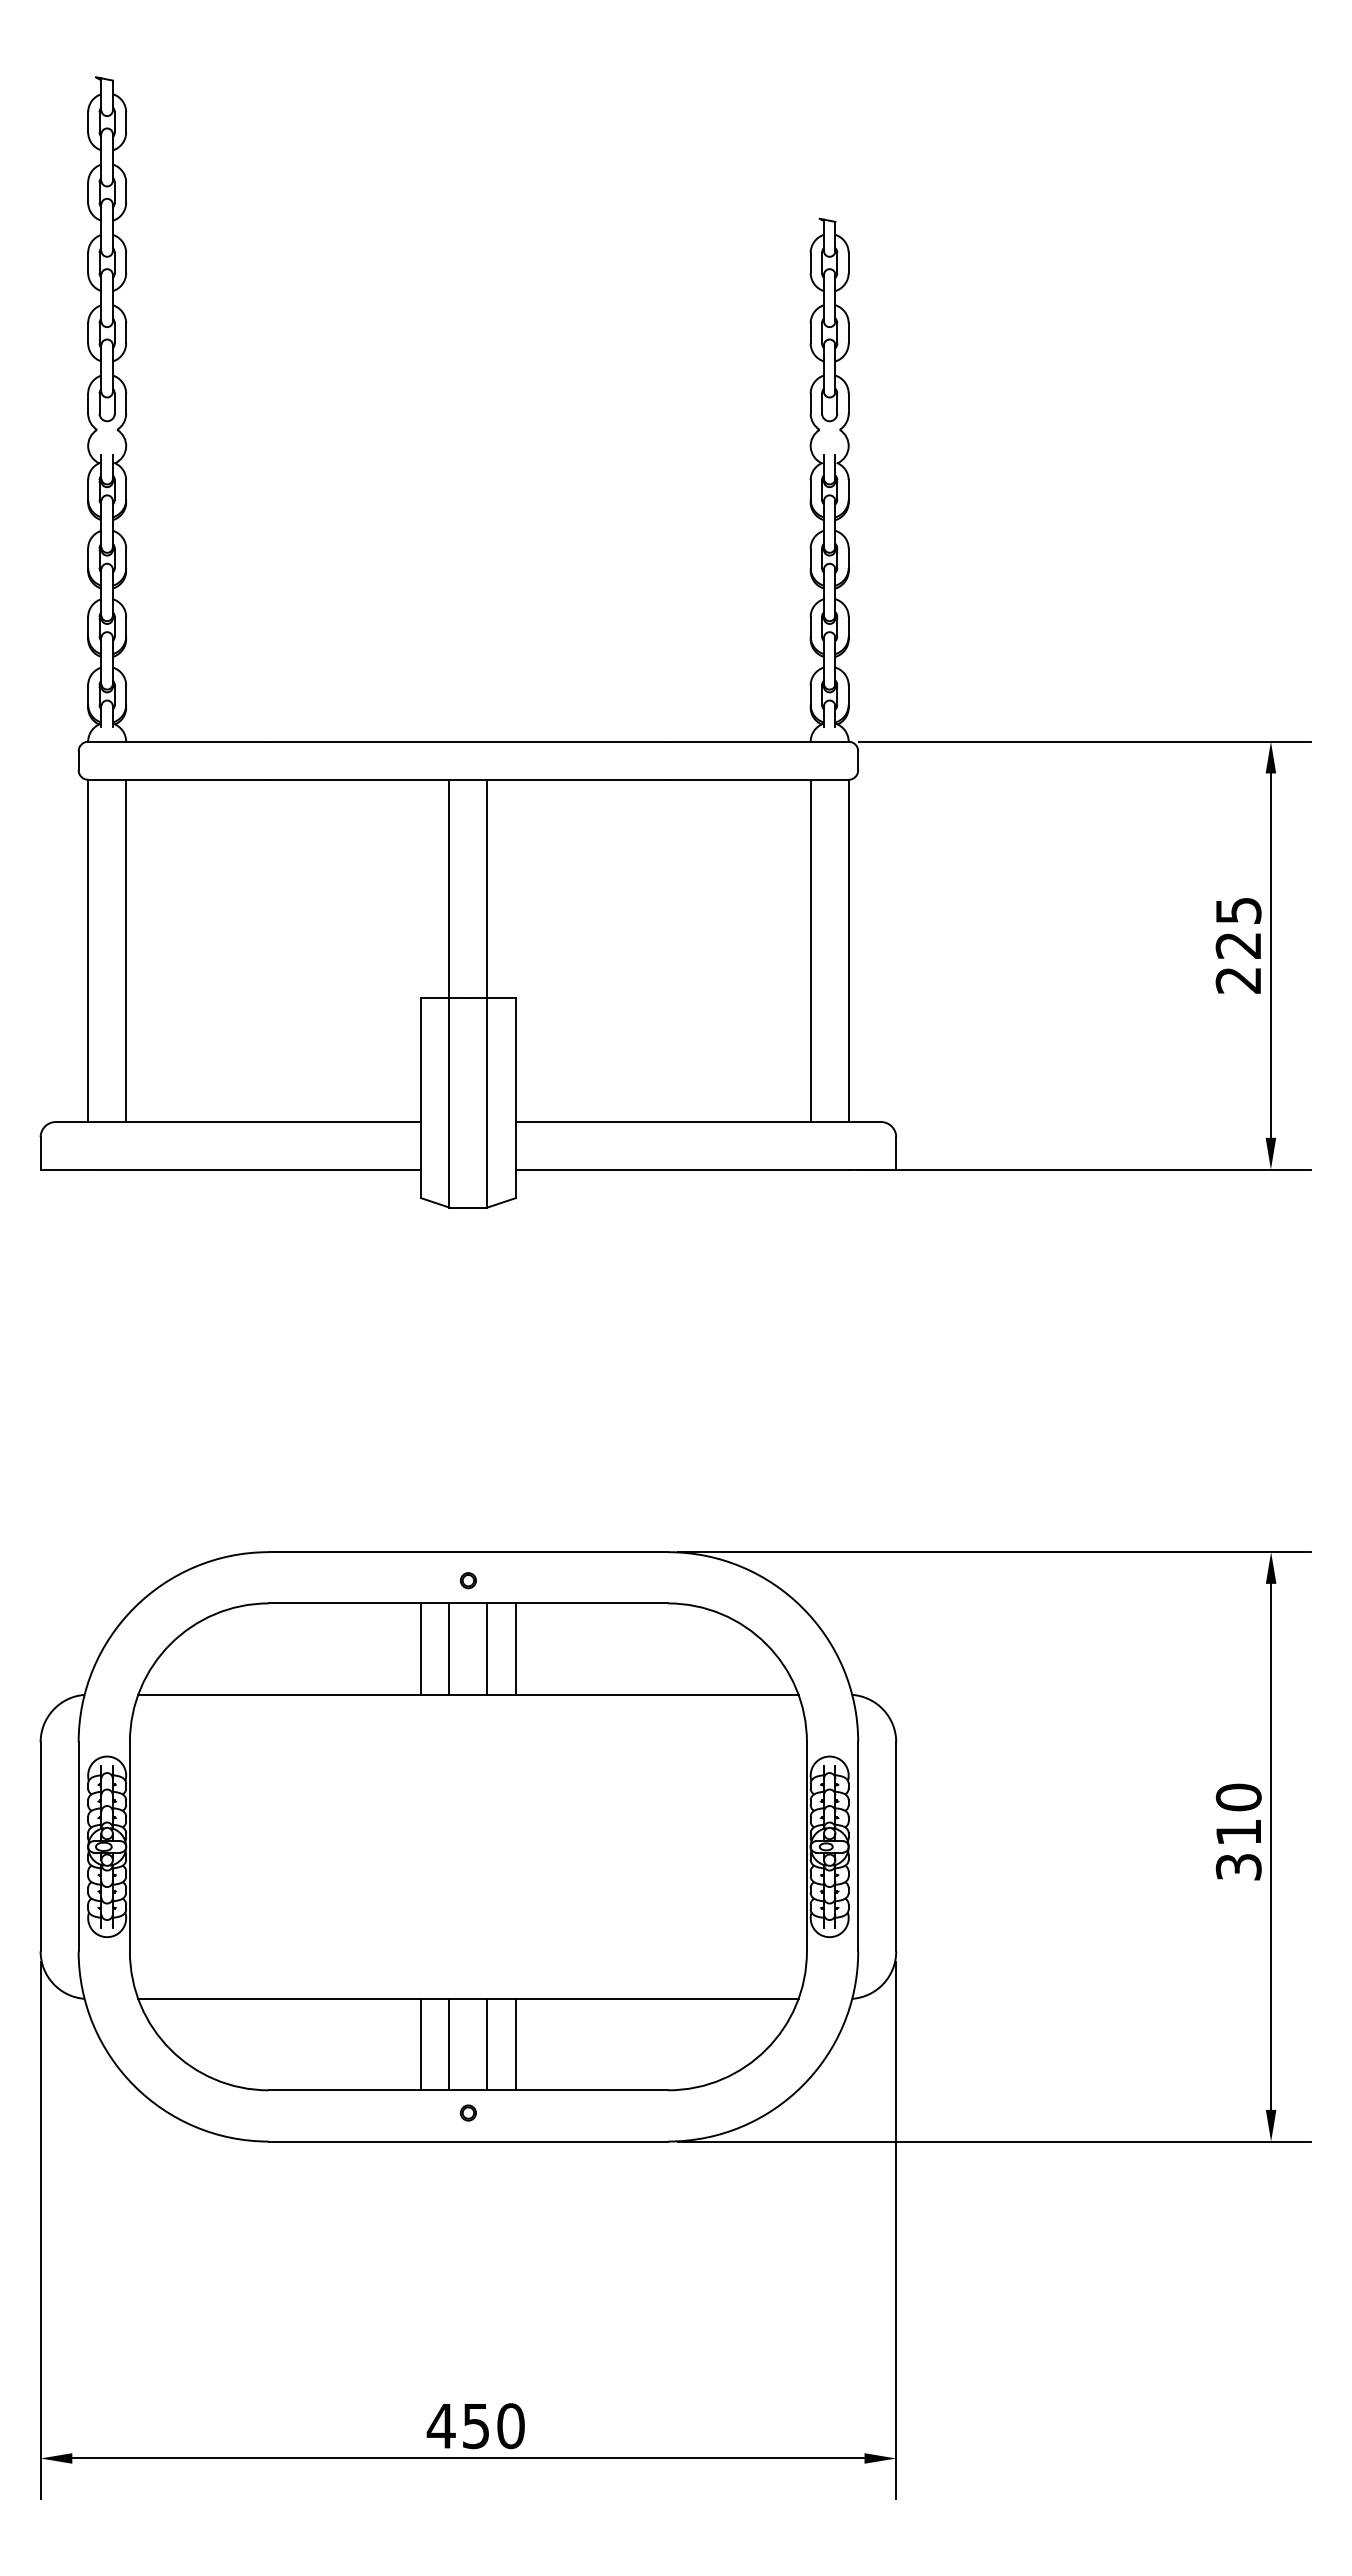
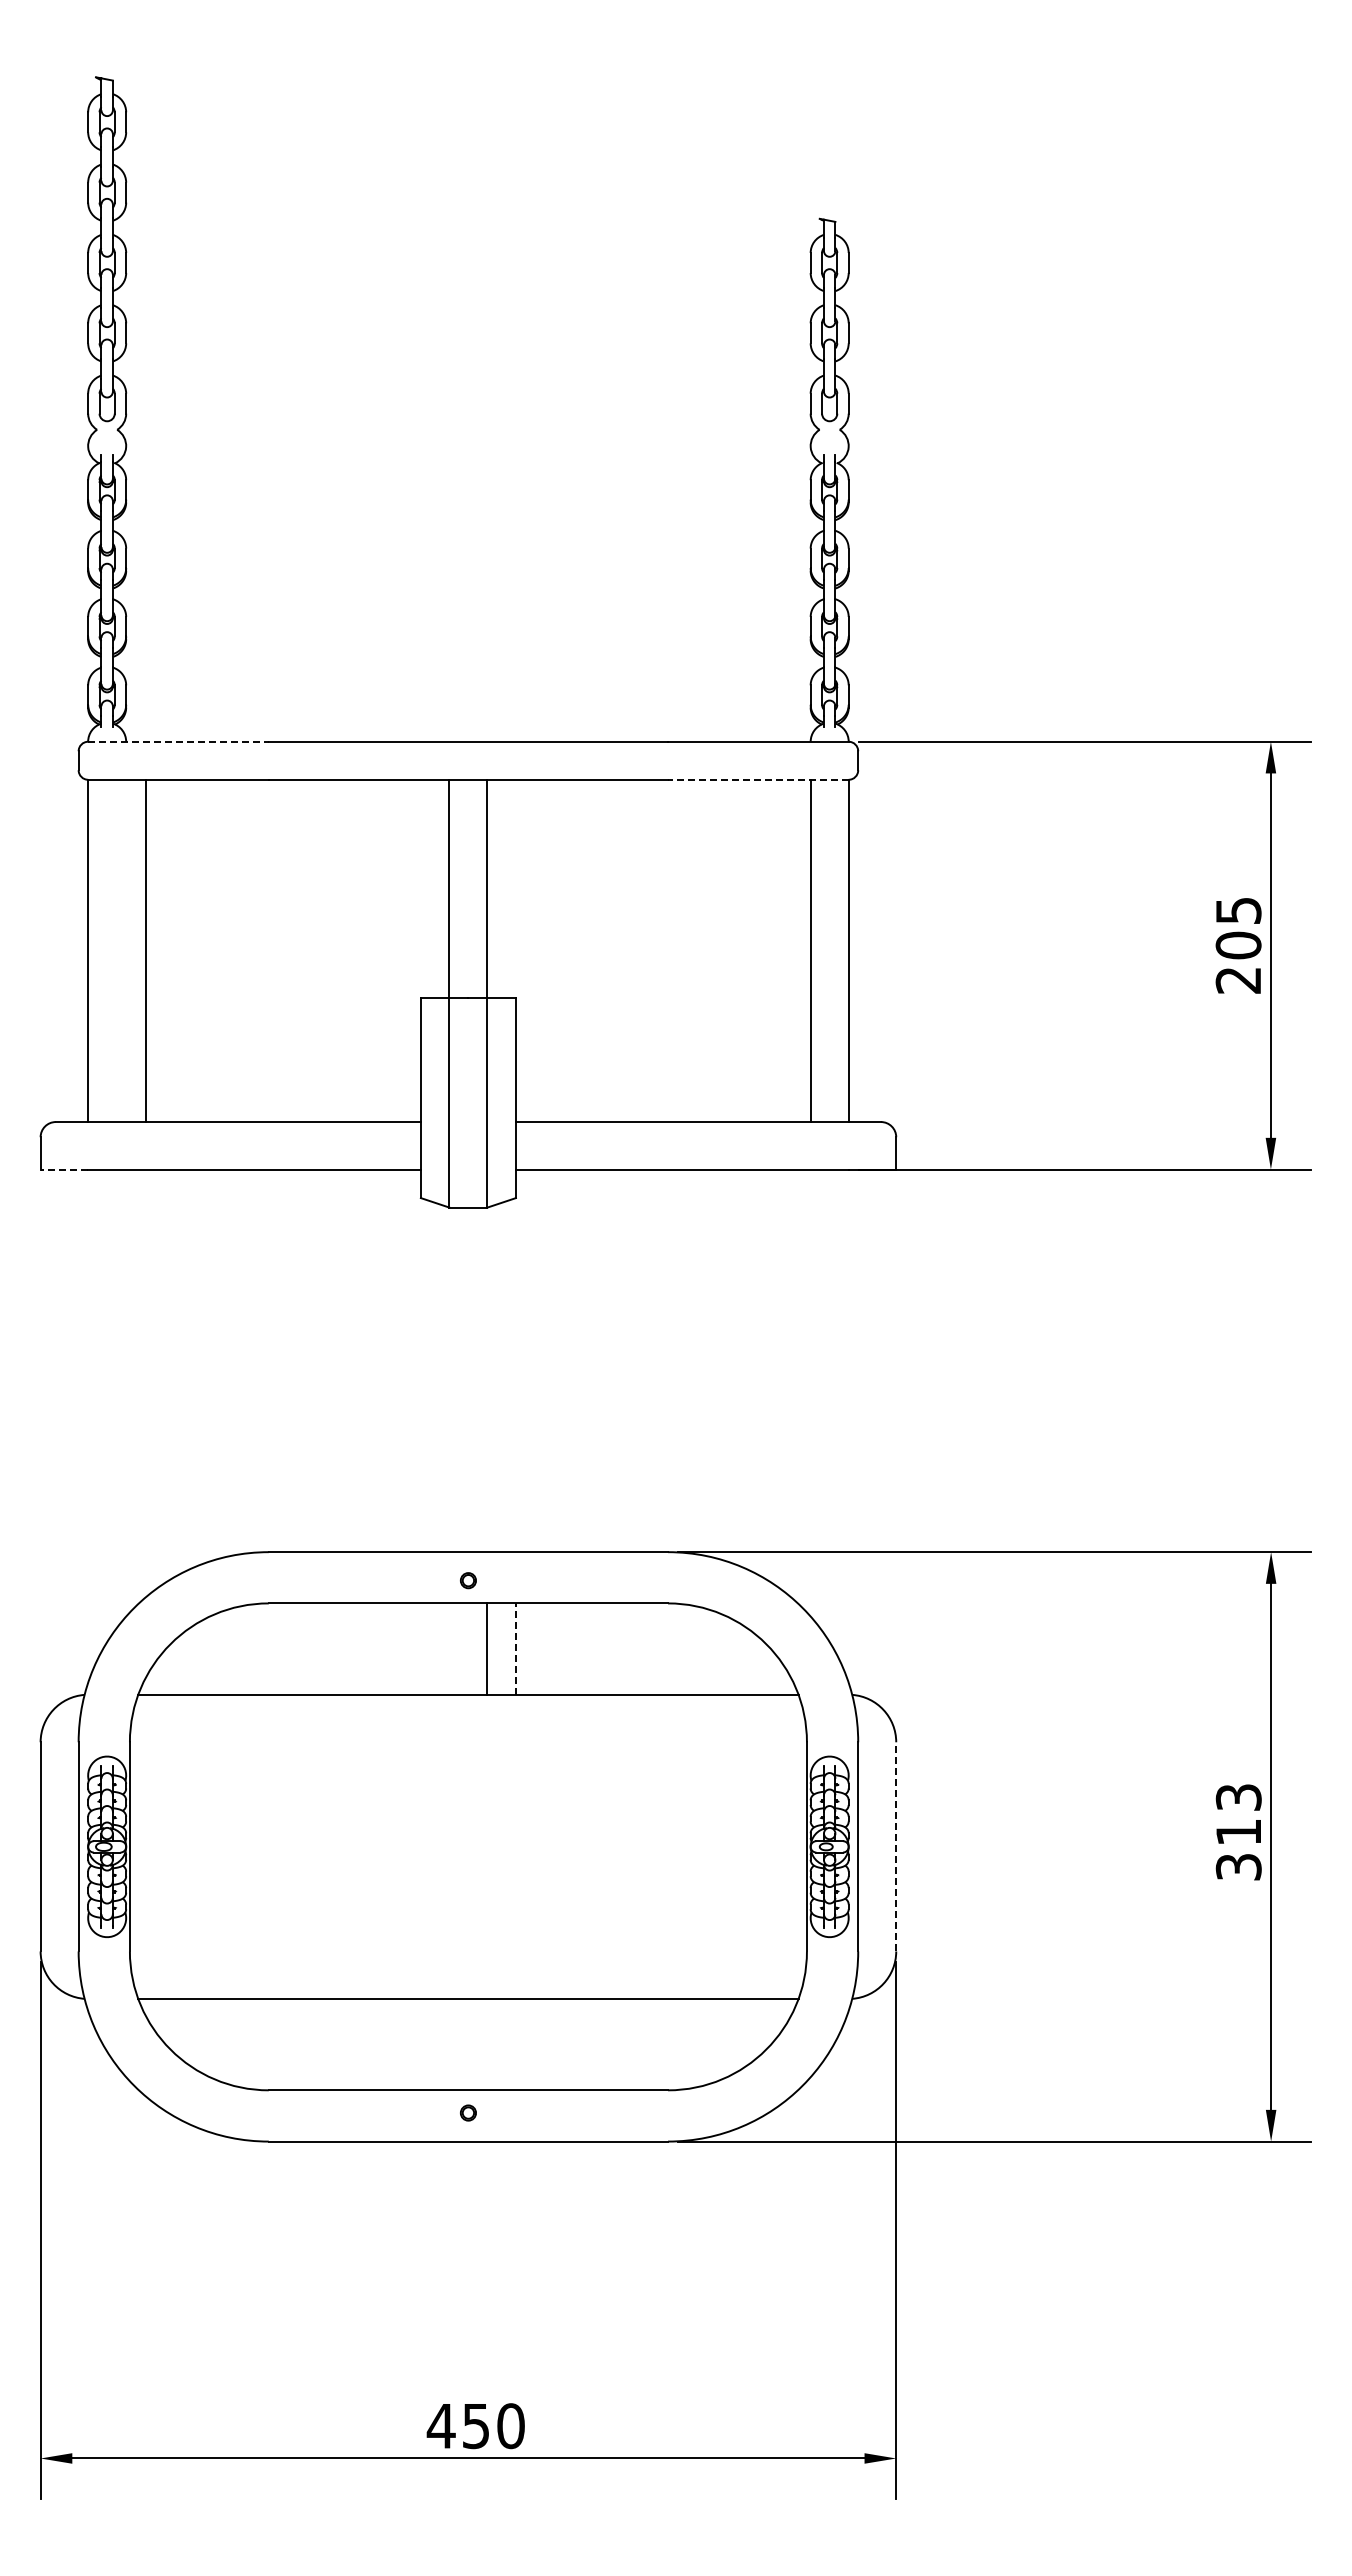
line at (178, 741): solid -> dashed
line at (757, 779): solid -> dashed
text at (1238, 945): 225 -> 205
line at (126, 950) position: (126, 950) -> (146, 950)
line at (64, 1169): solid -> dashed
line at (420, 1648): present -> none
line at (449, 1648): present -> none
line at (515, 1649): solid -> dashed
text at (1238, 1797): 310 -> 313
line at (896, 1846): solid -> dashed
line at (420, 2044): present -> none
line at (449, 2044): present -> none
line at (487, 2044): present -> none
line at (515, 2044): present -> none
